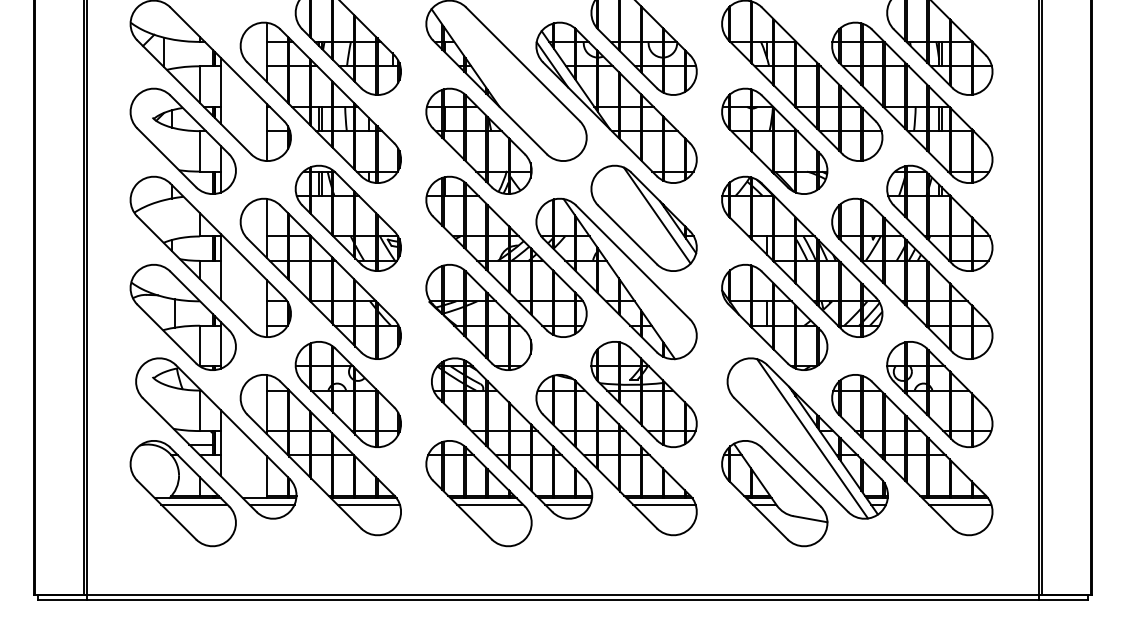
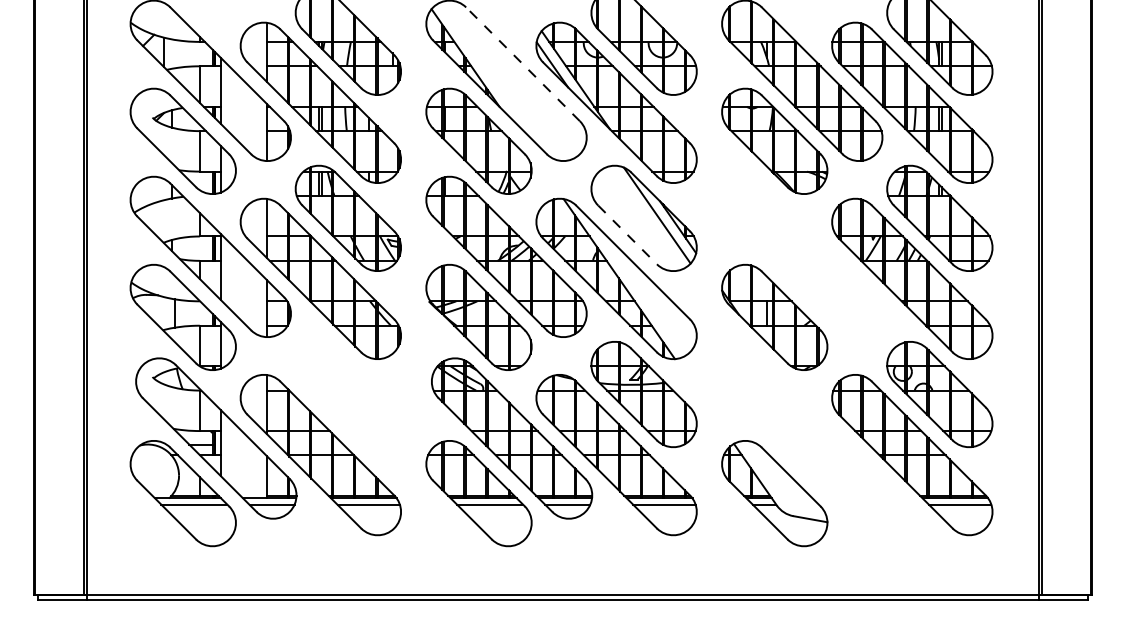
line at (522, 63): solid -> dashed
line at (627, 234): solid -> dashed
part at (802, 256): present -> none
part at (347, 394): present -> none
part at (807, 438): present -> none
